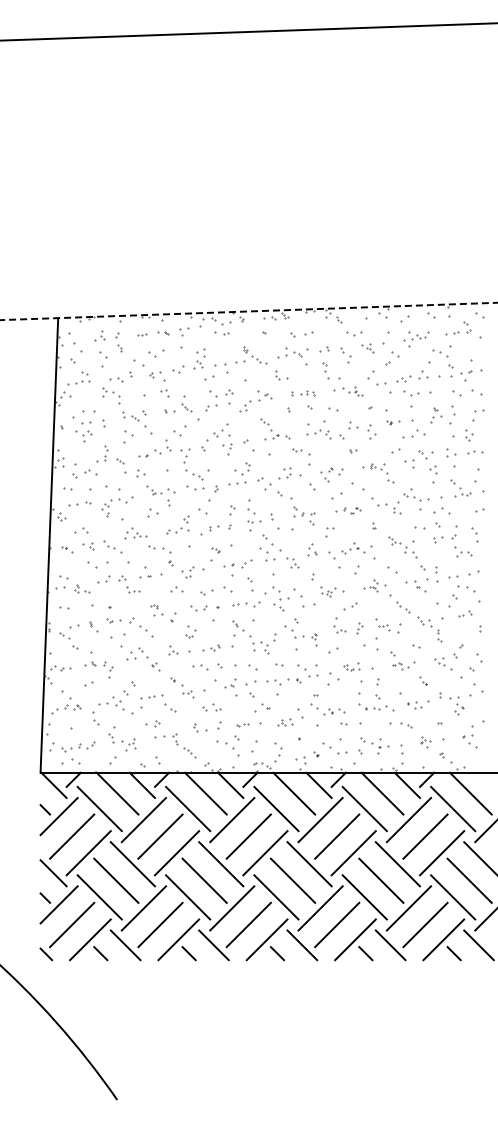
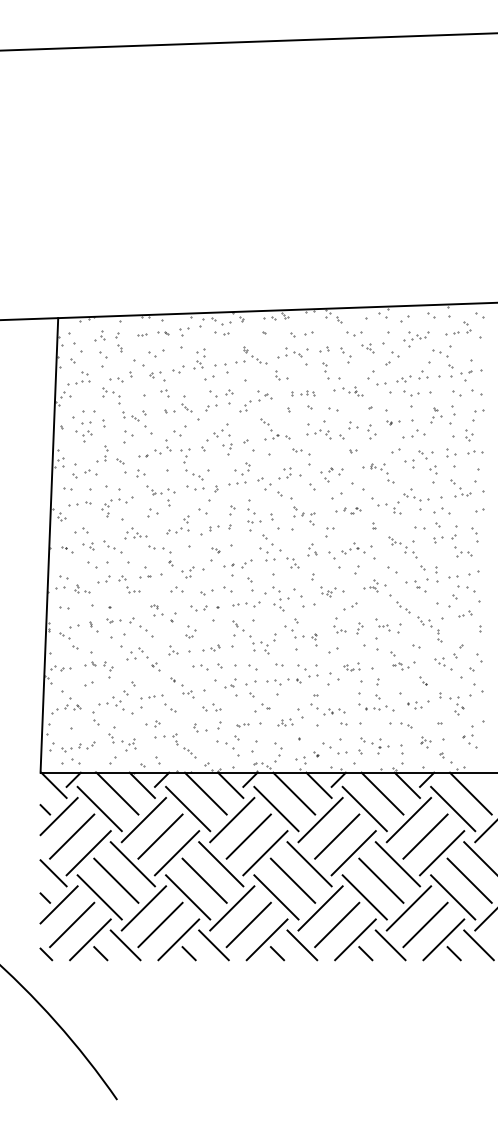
line at (248, 31) position: (248, 31) -> (248, 41)
line at (249, 311): dashed -> solid
